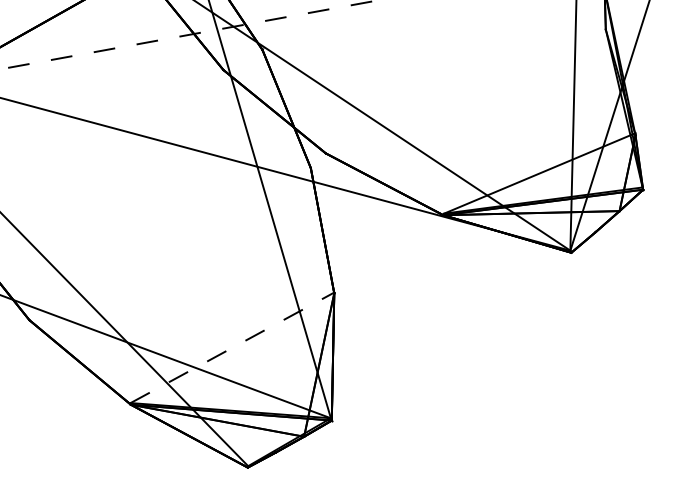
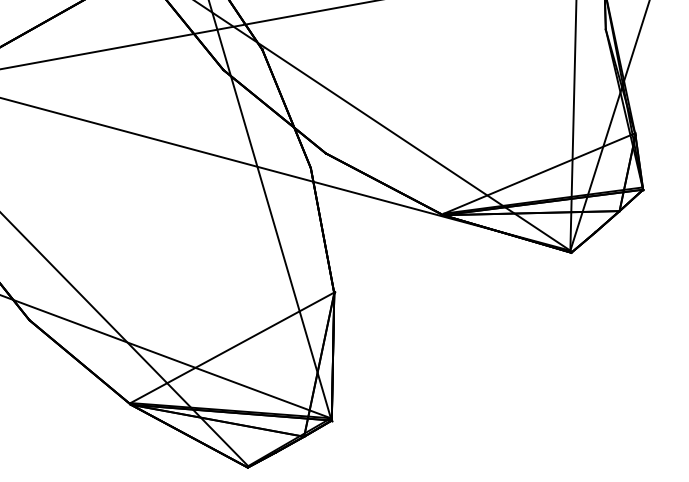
line at (190, 34): dashed -> solid
line at (233, 347): dashed -> solid
